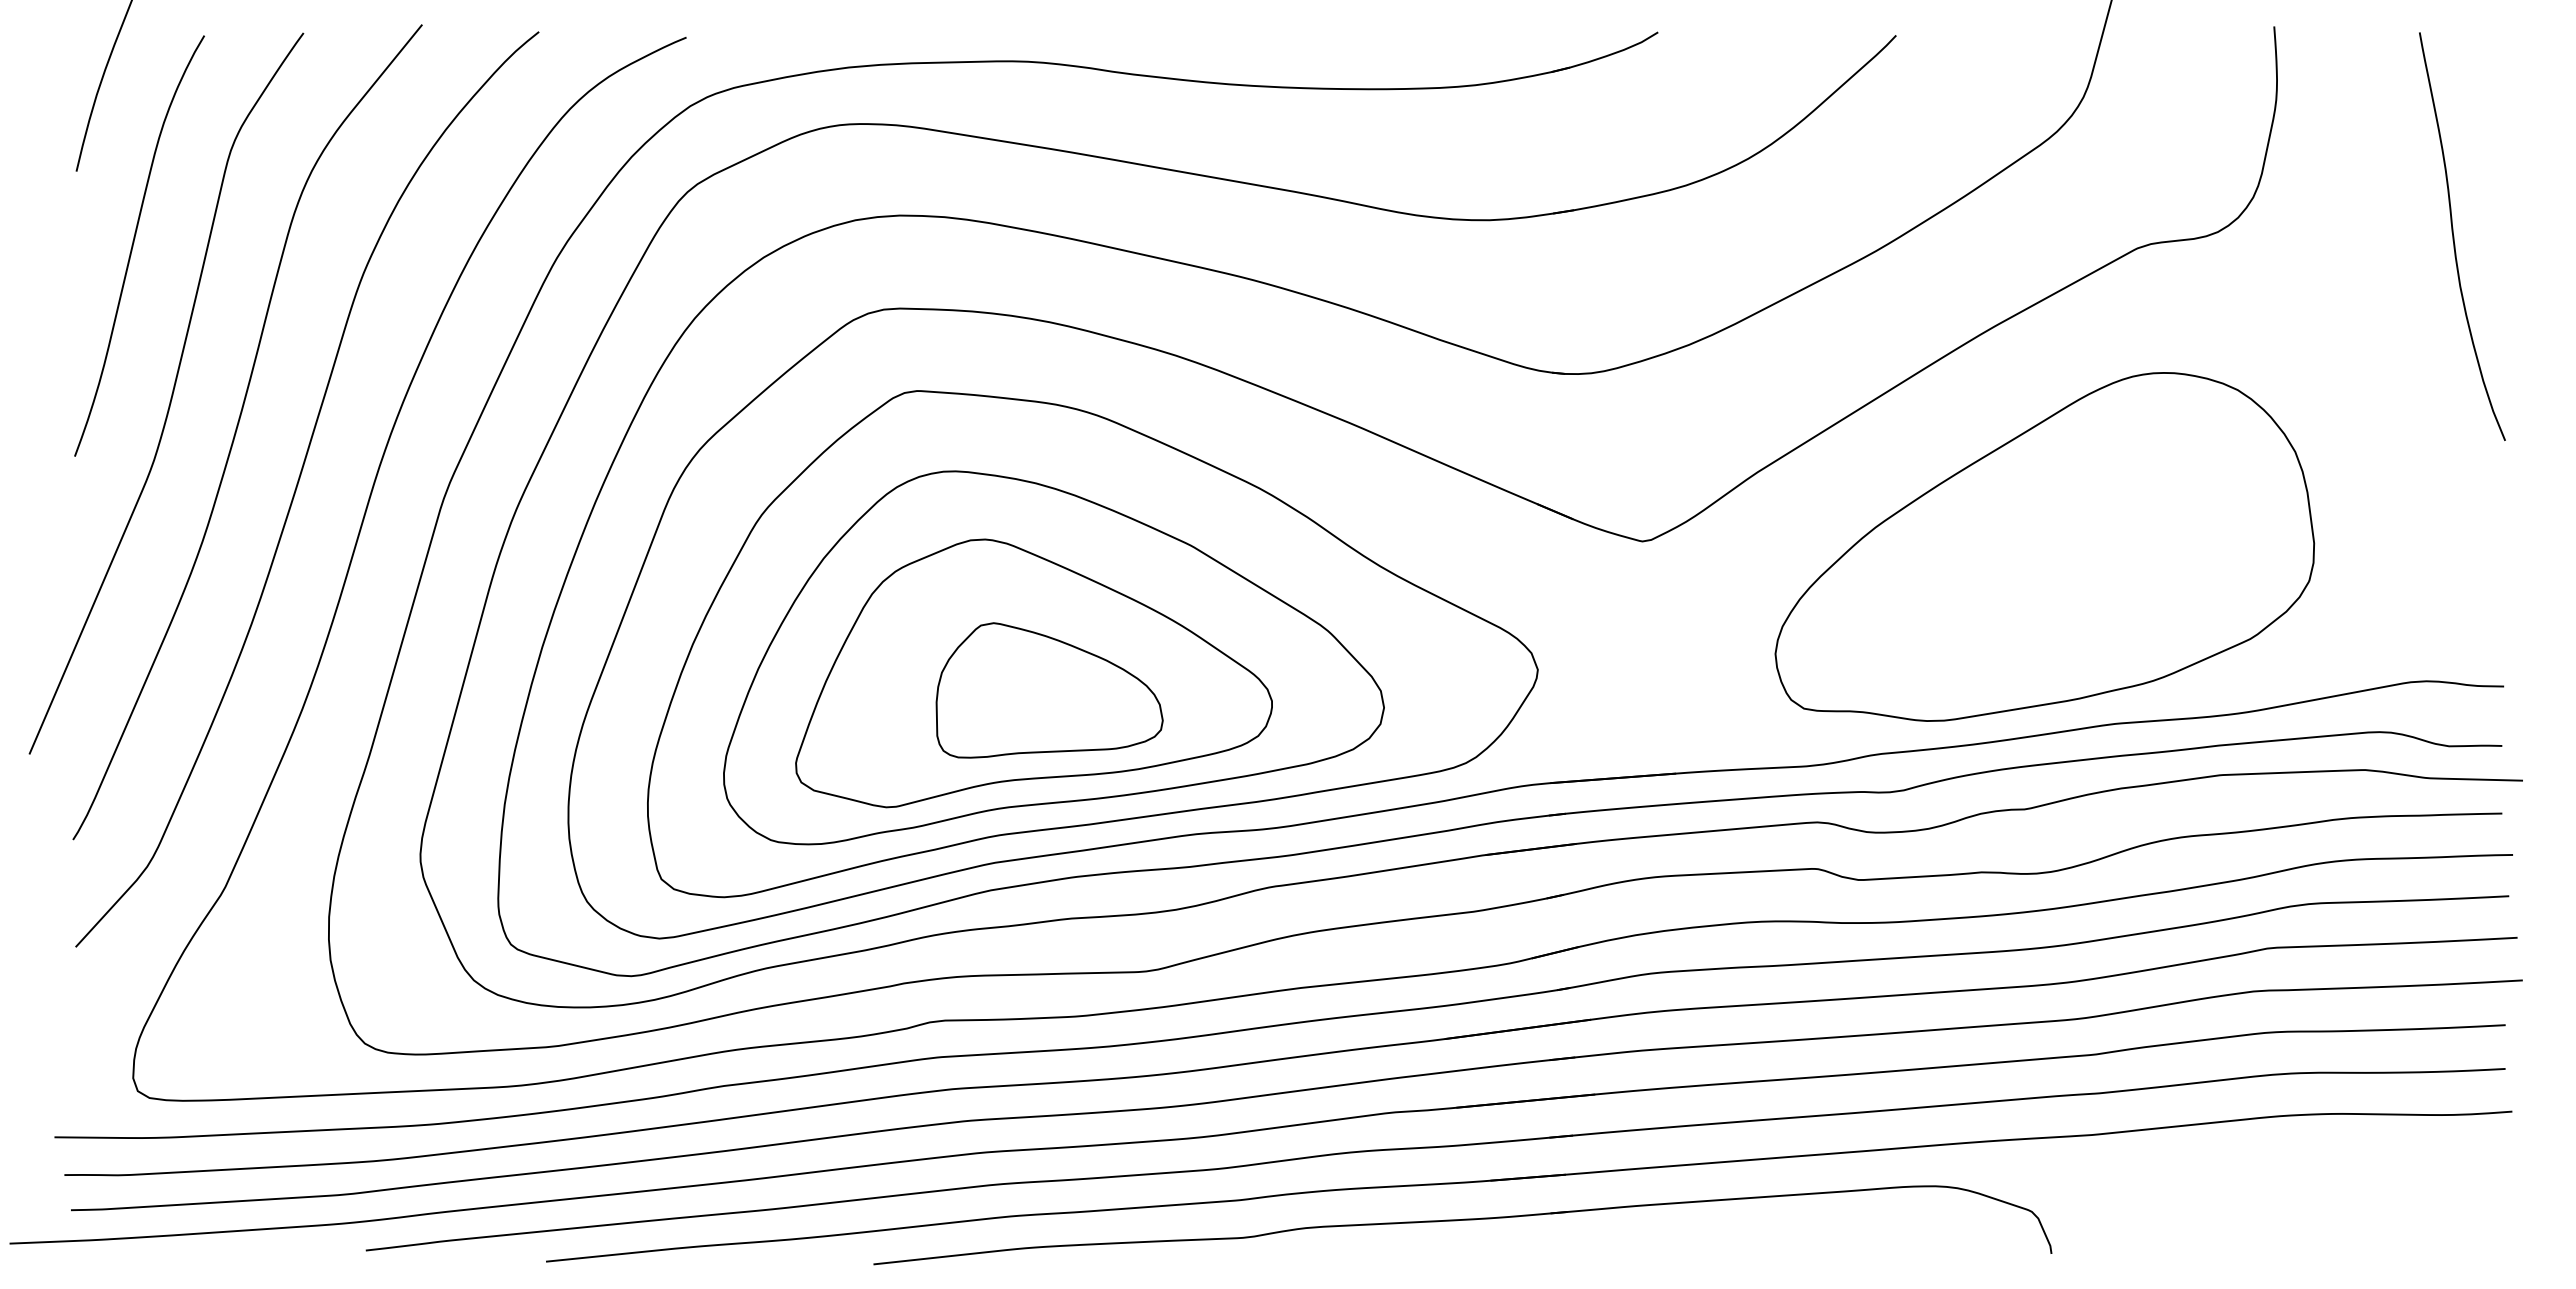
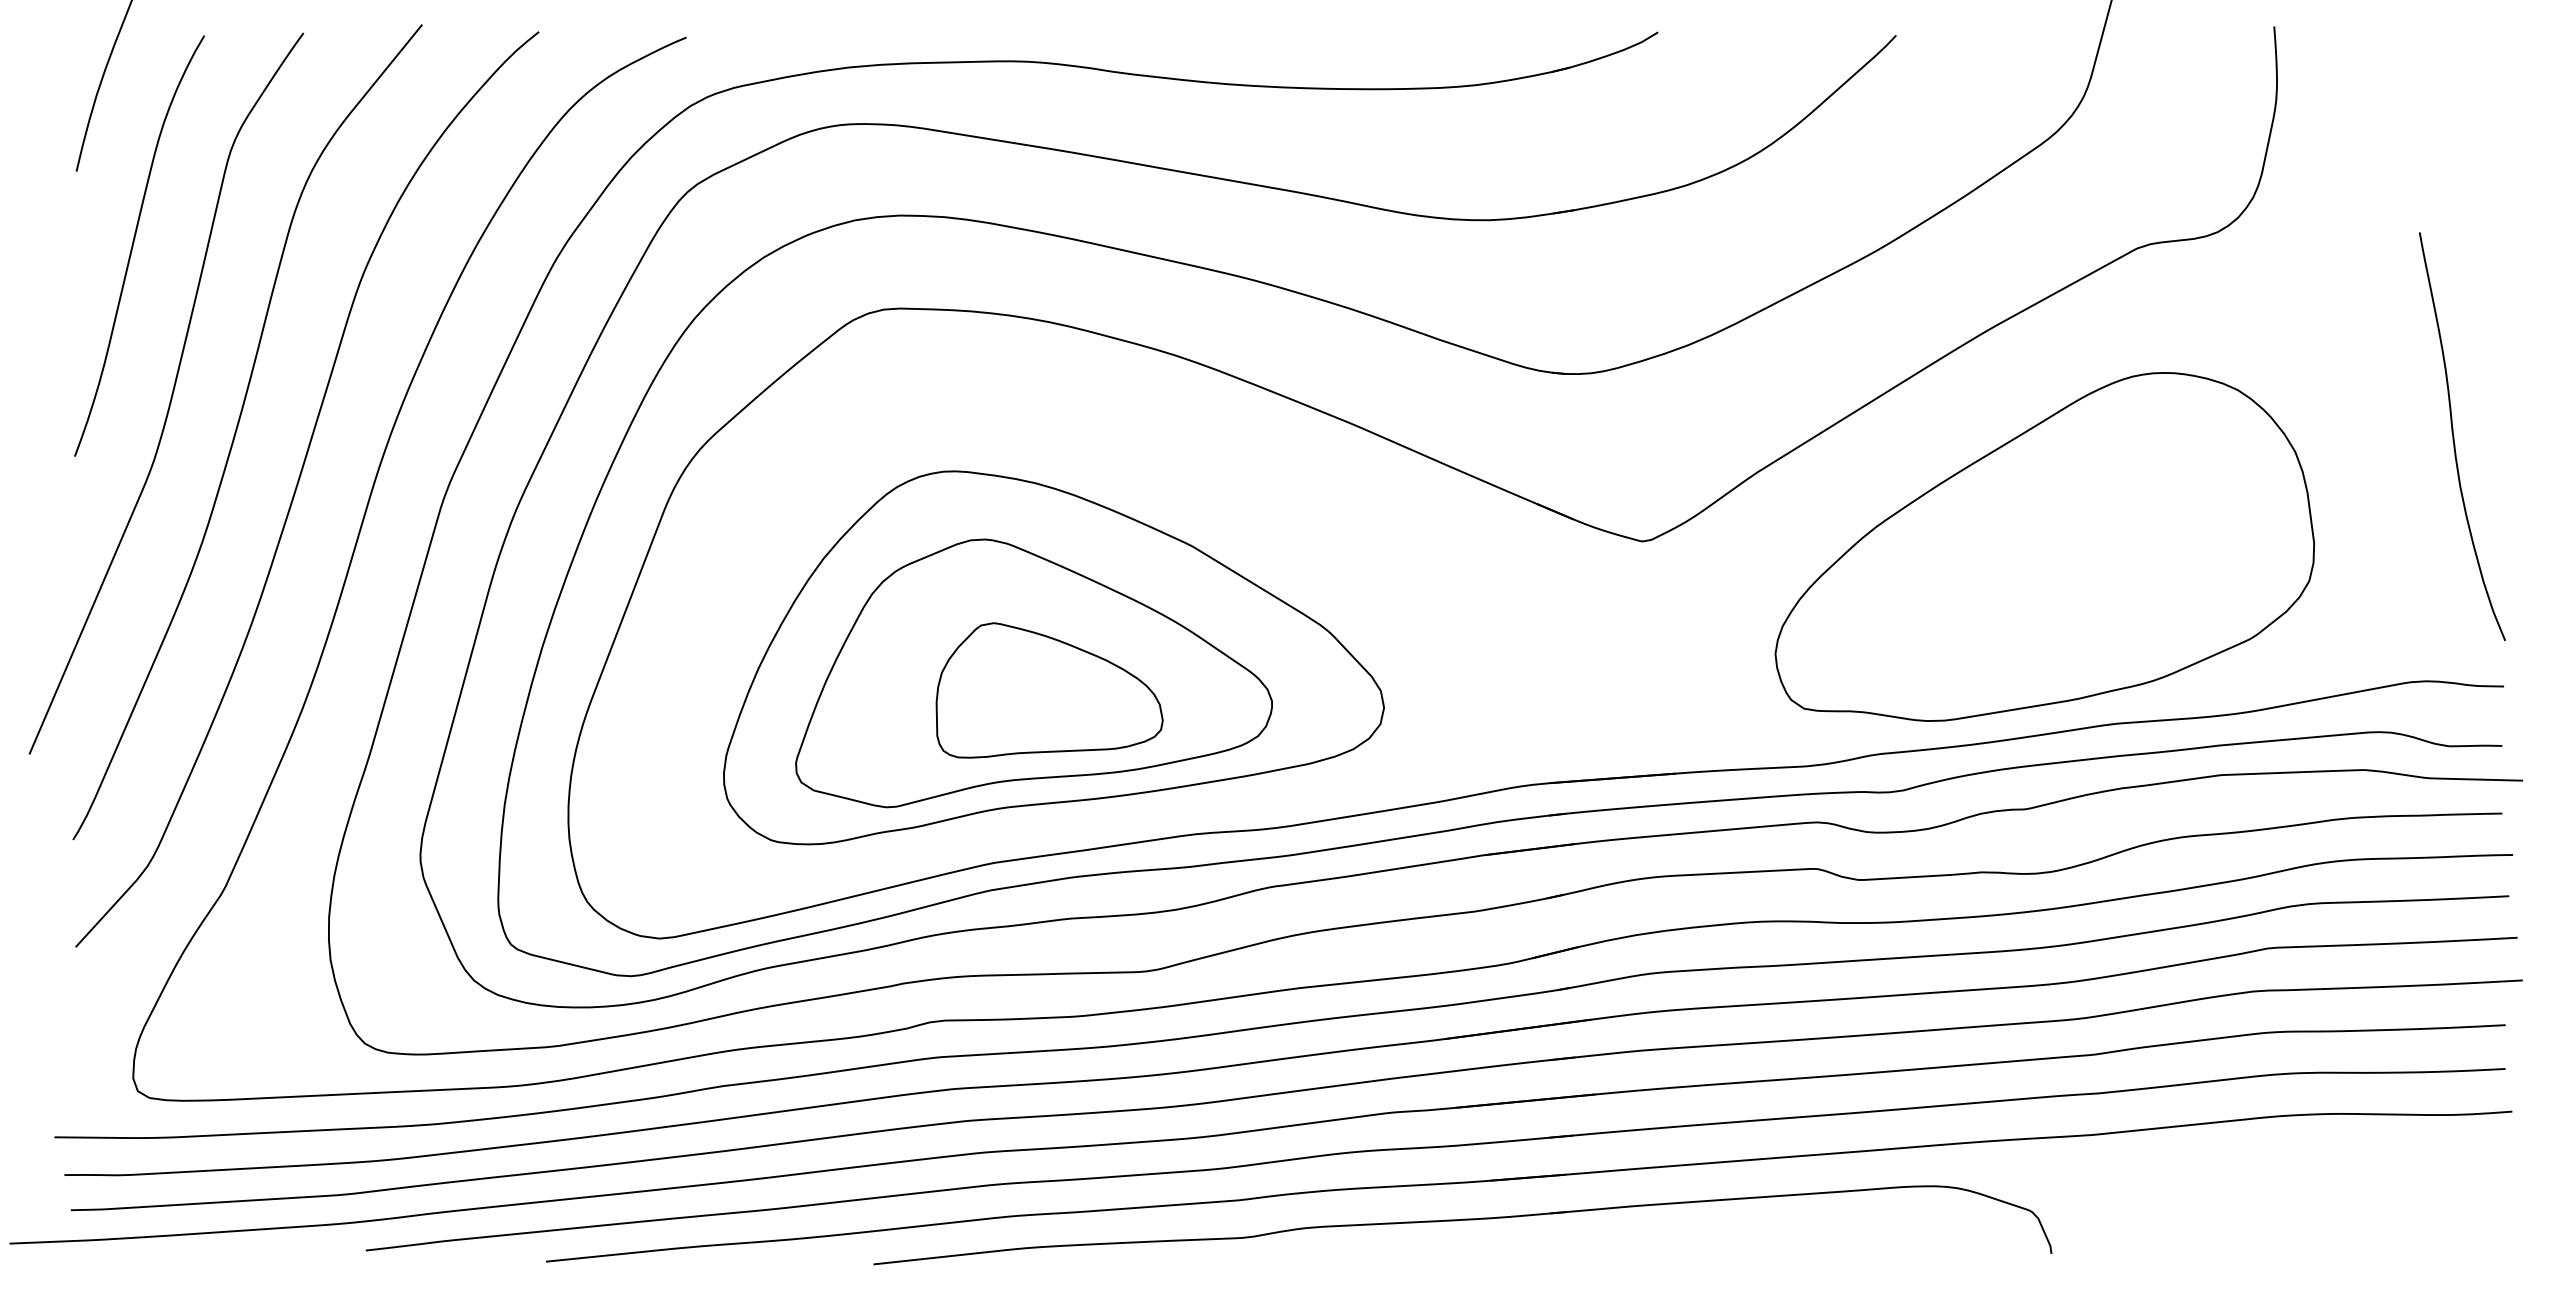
curve at (2454, 236) position: (2454, 236) -> (2454, 436)
part at (1092, 644): present -> none
